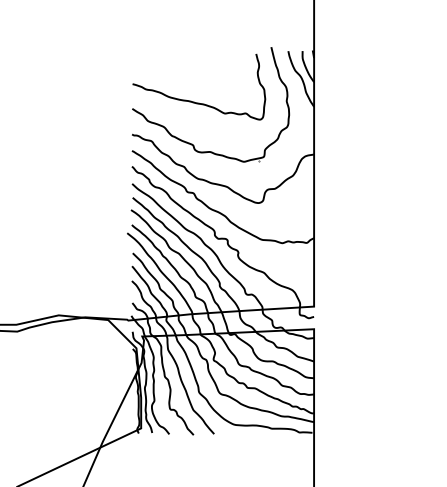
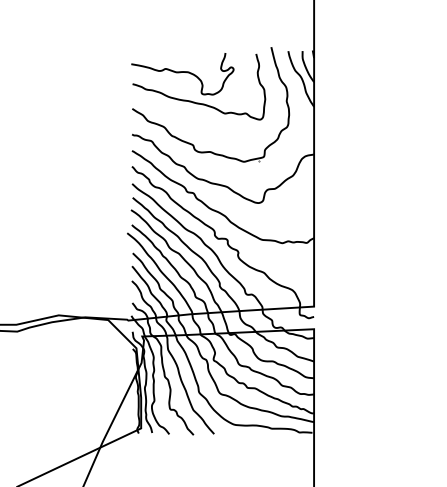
curve at (182, 72): none -> present
